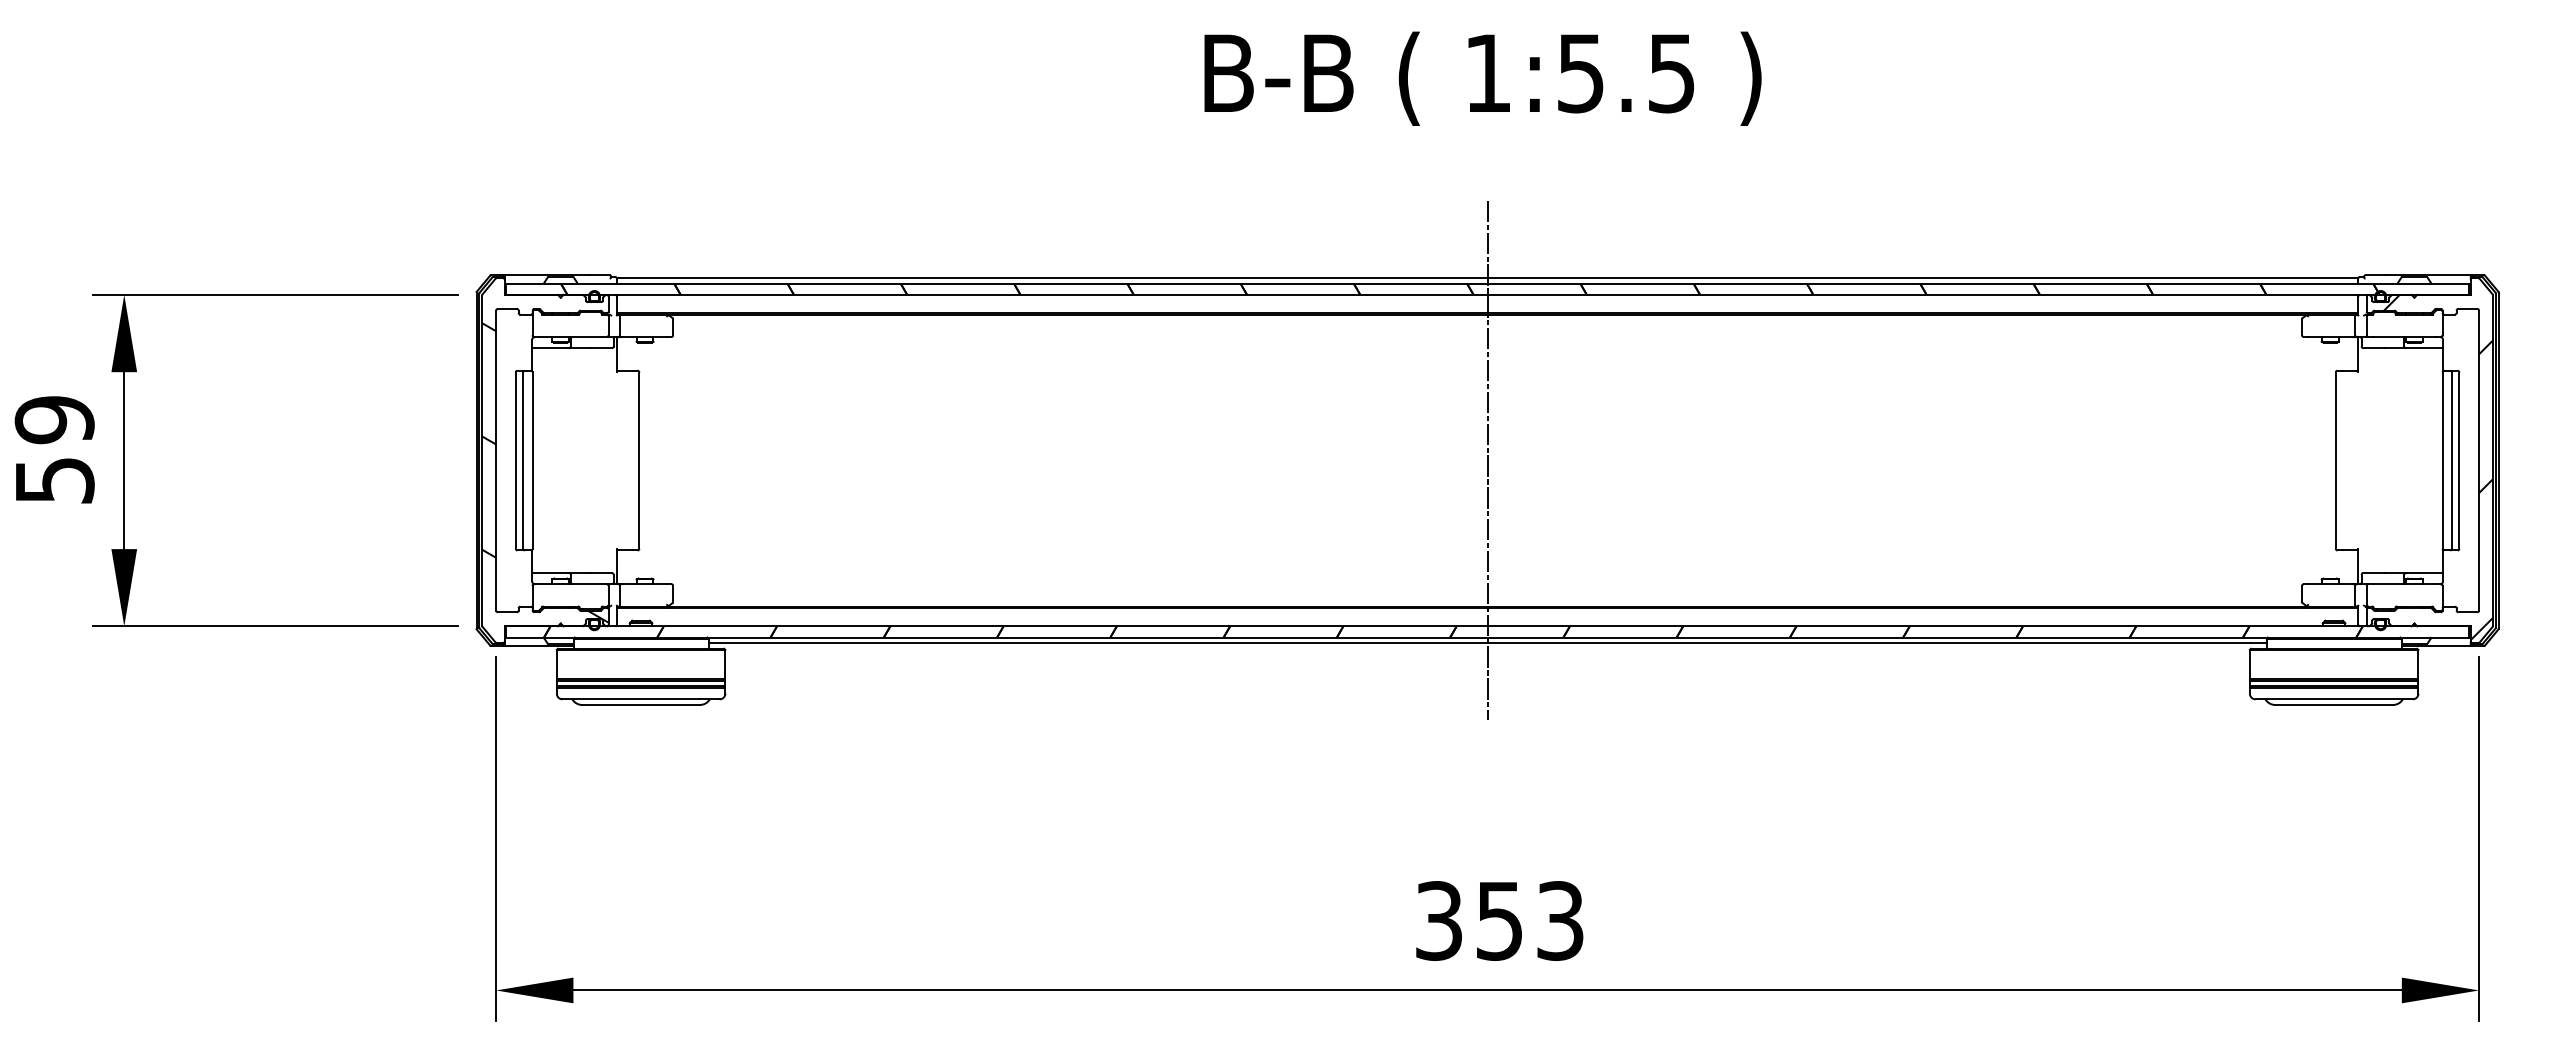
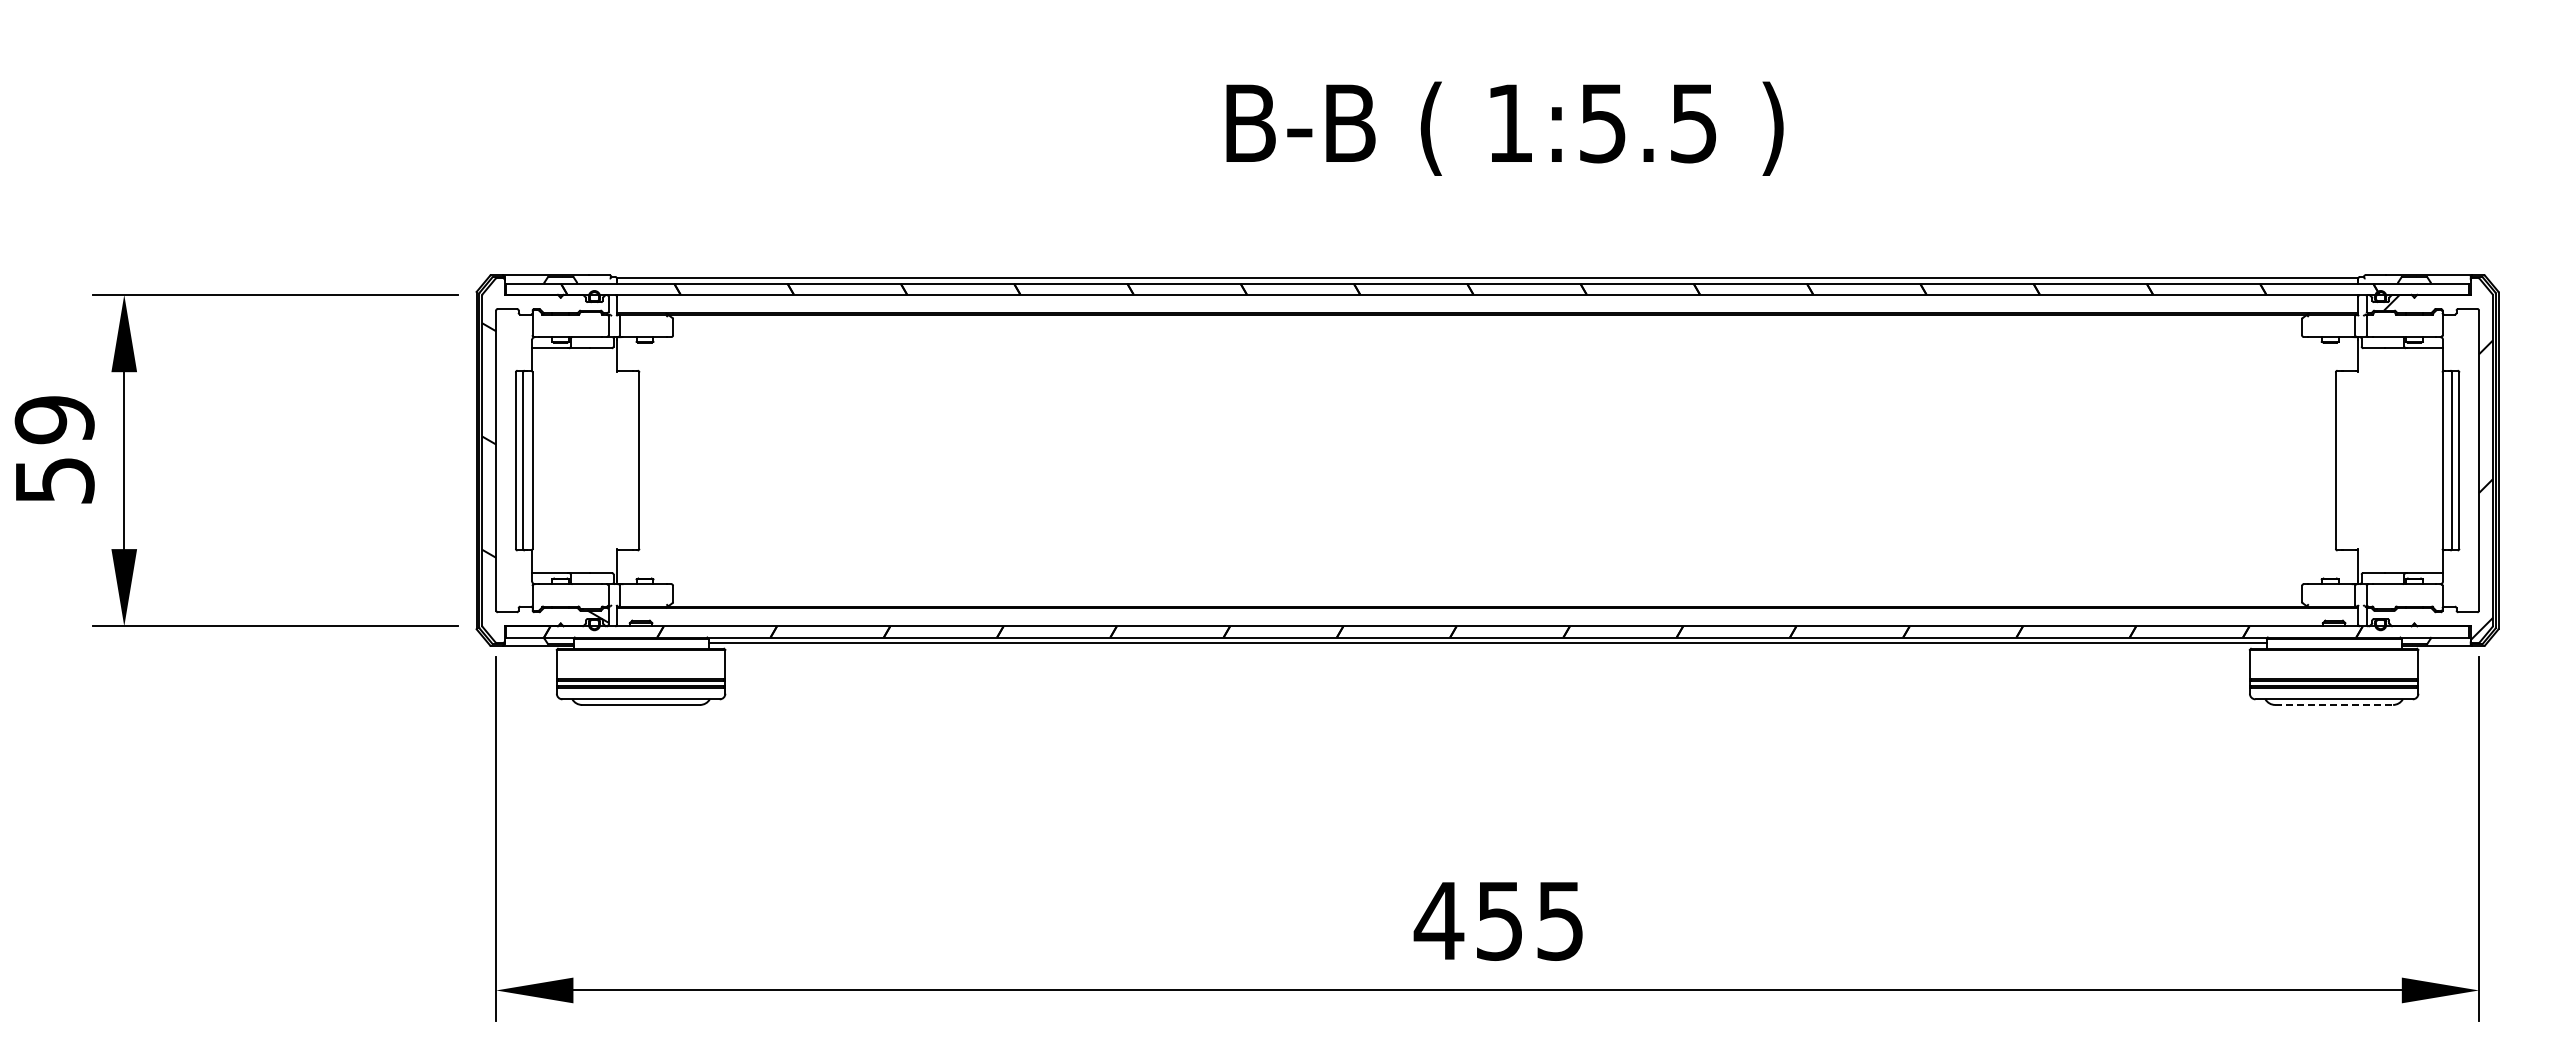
text at (1482, 78) position: (1482, 78) -> (1504, 128)
line at (1487, 460): present -> none
line at (2334, 704): solid -> dashed
text at (1498, 920): 353 -> 455
